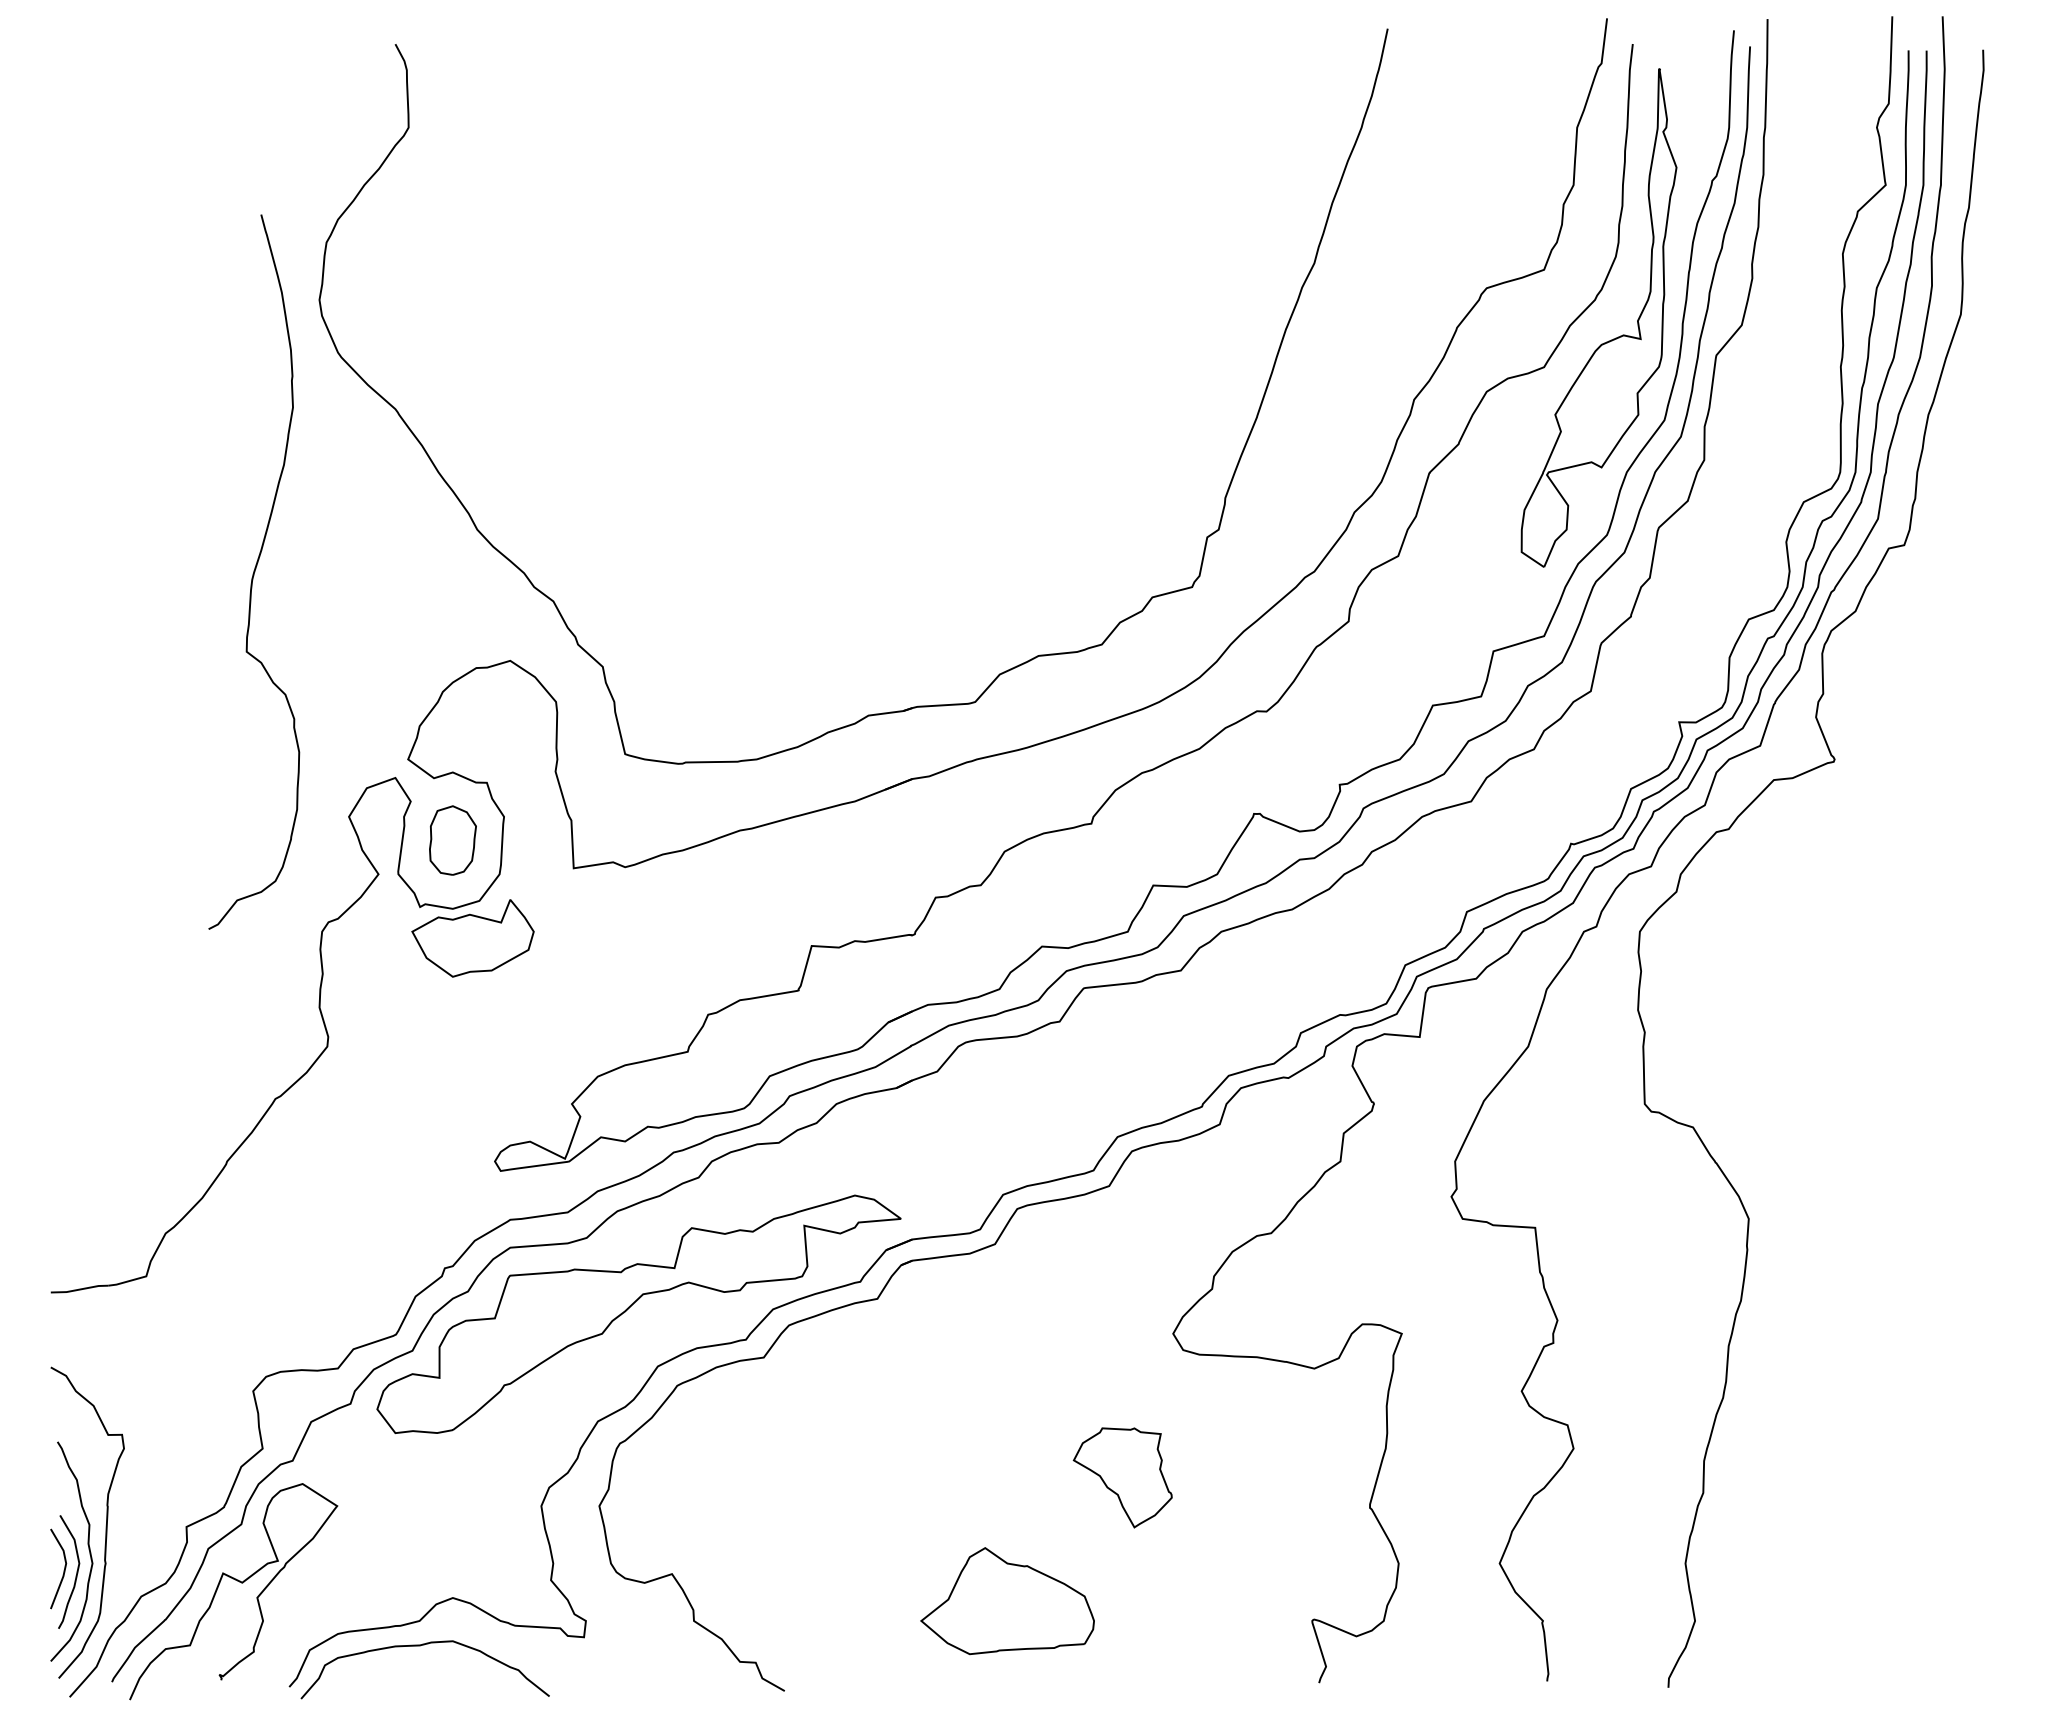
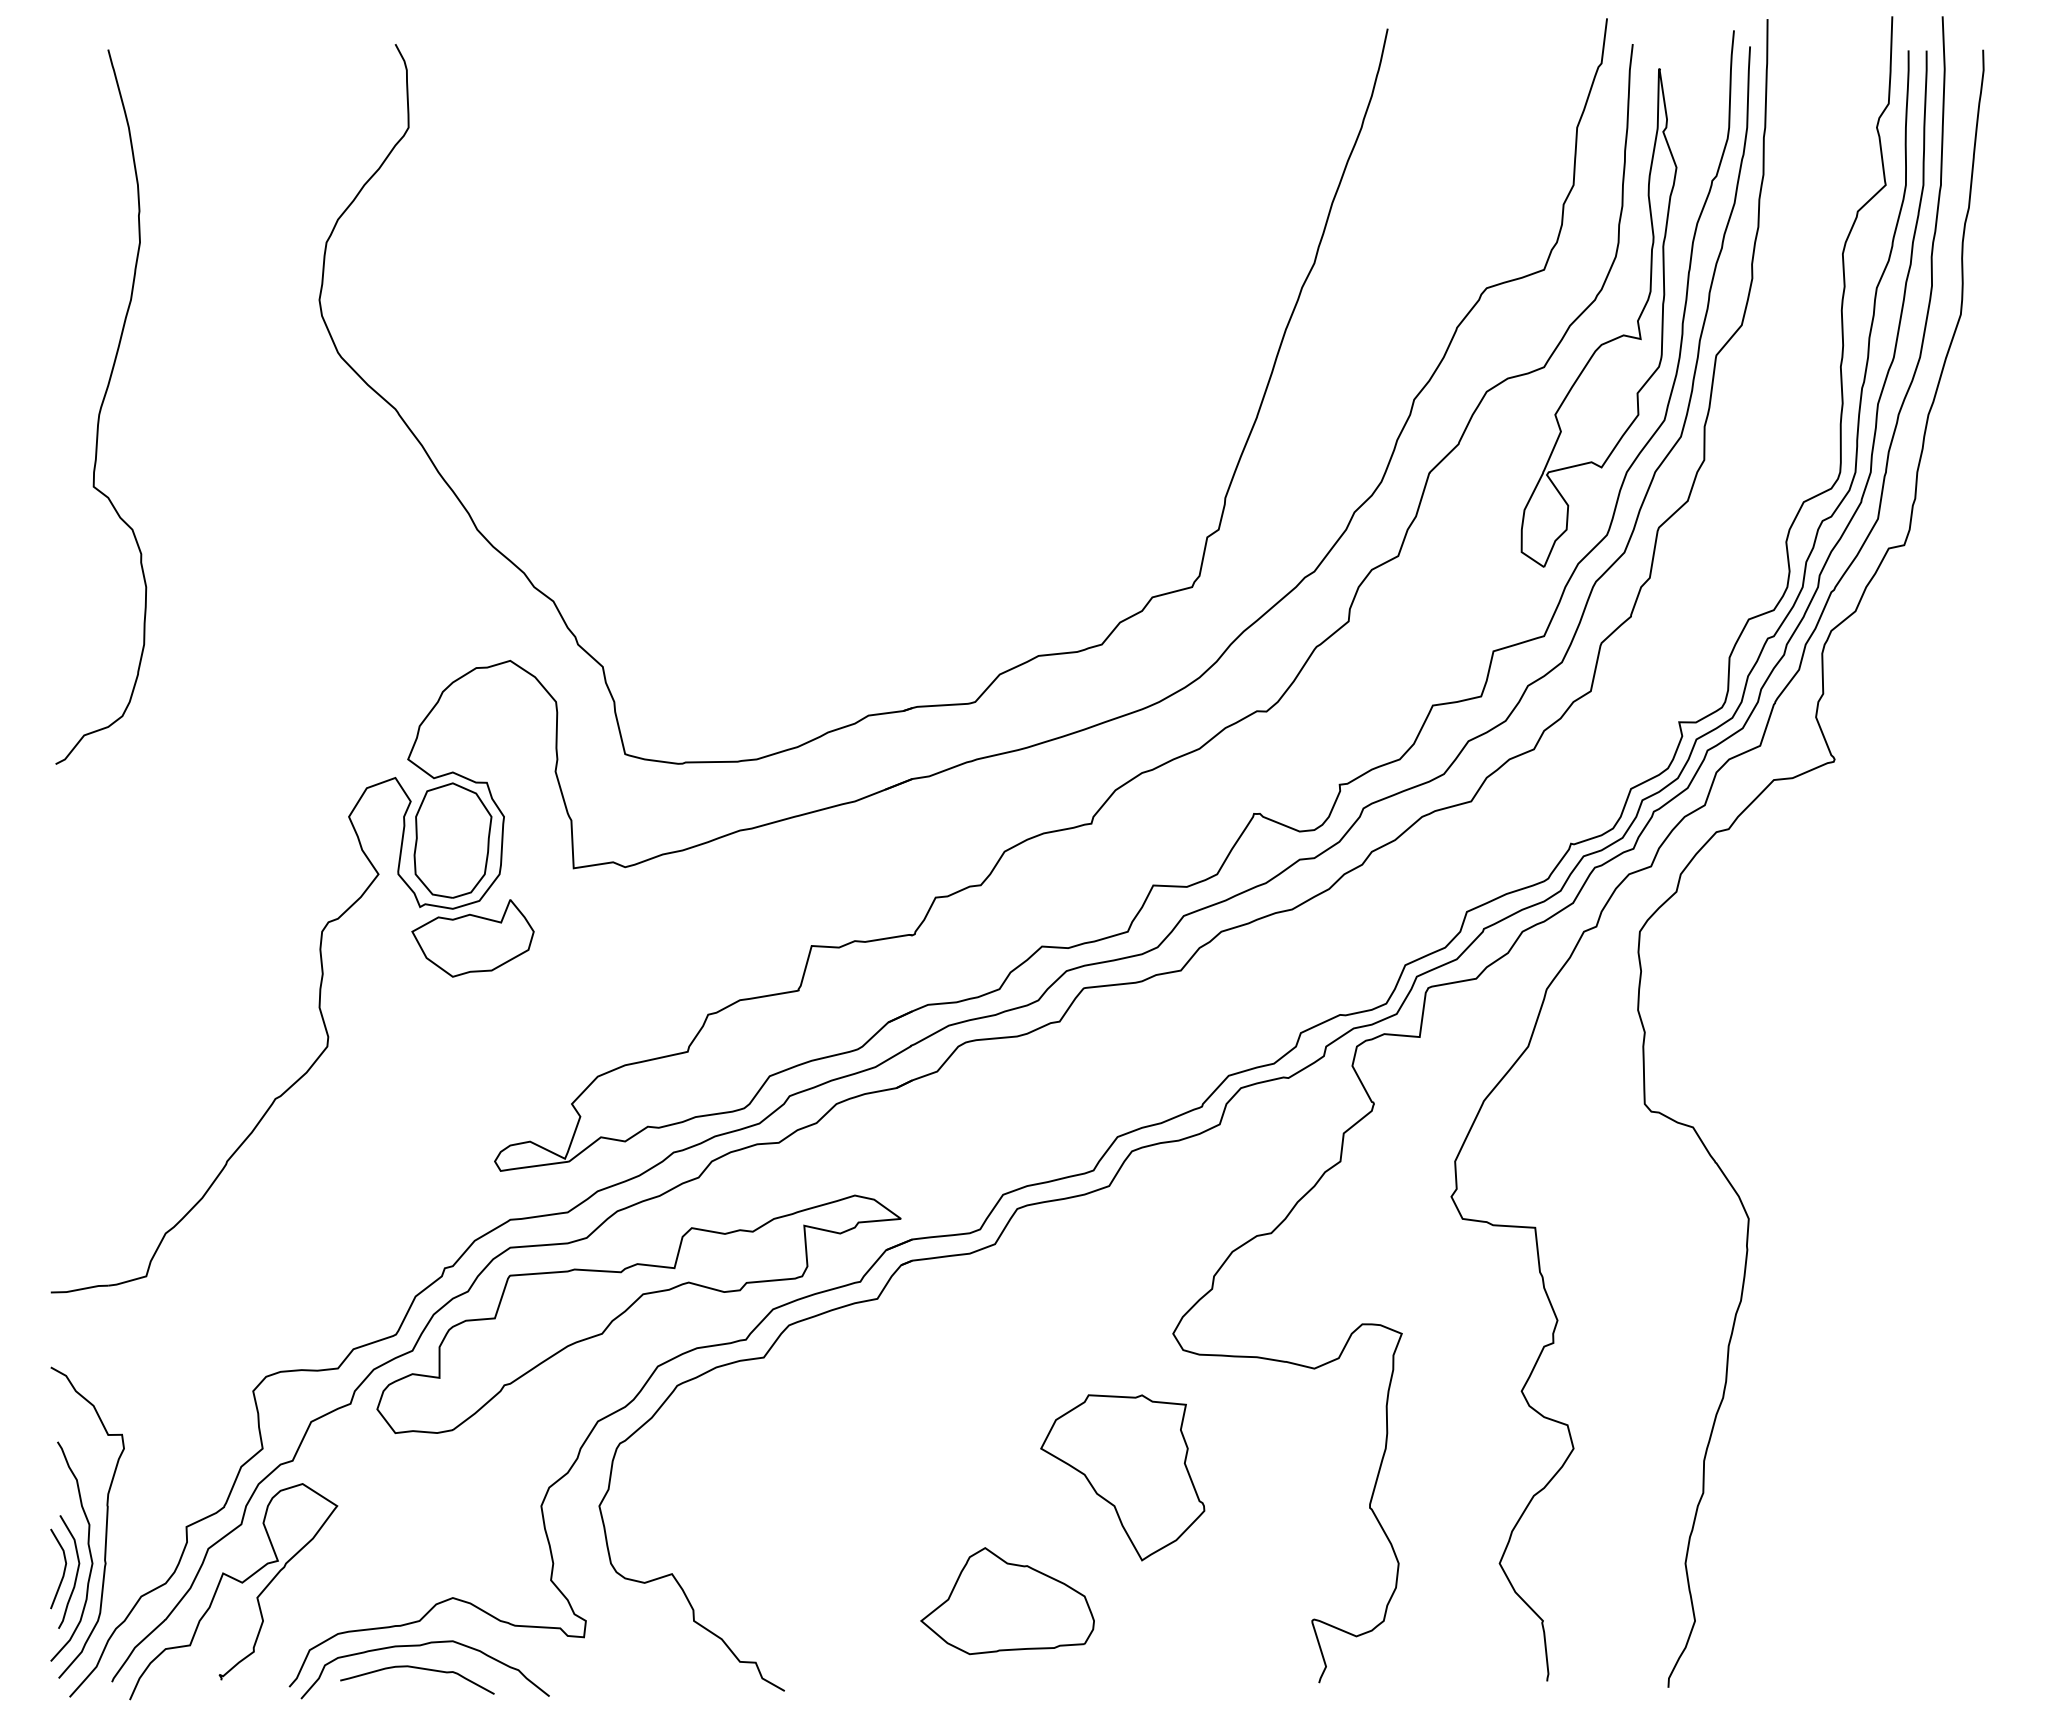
curve at (254, 571) position: (254, 571) -> (101, 406)
part at (452, 840) size: 48x71 px -> 80x117 px
part at (1122, 1477) size: 101x102 px -> 166x168 px
curve at (419, 1669): none -> present
